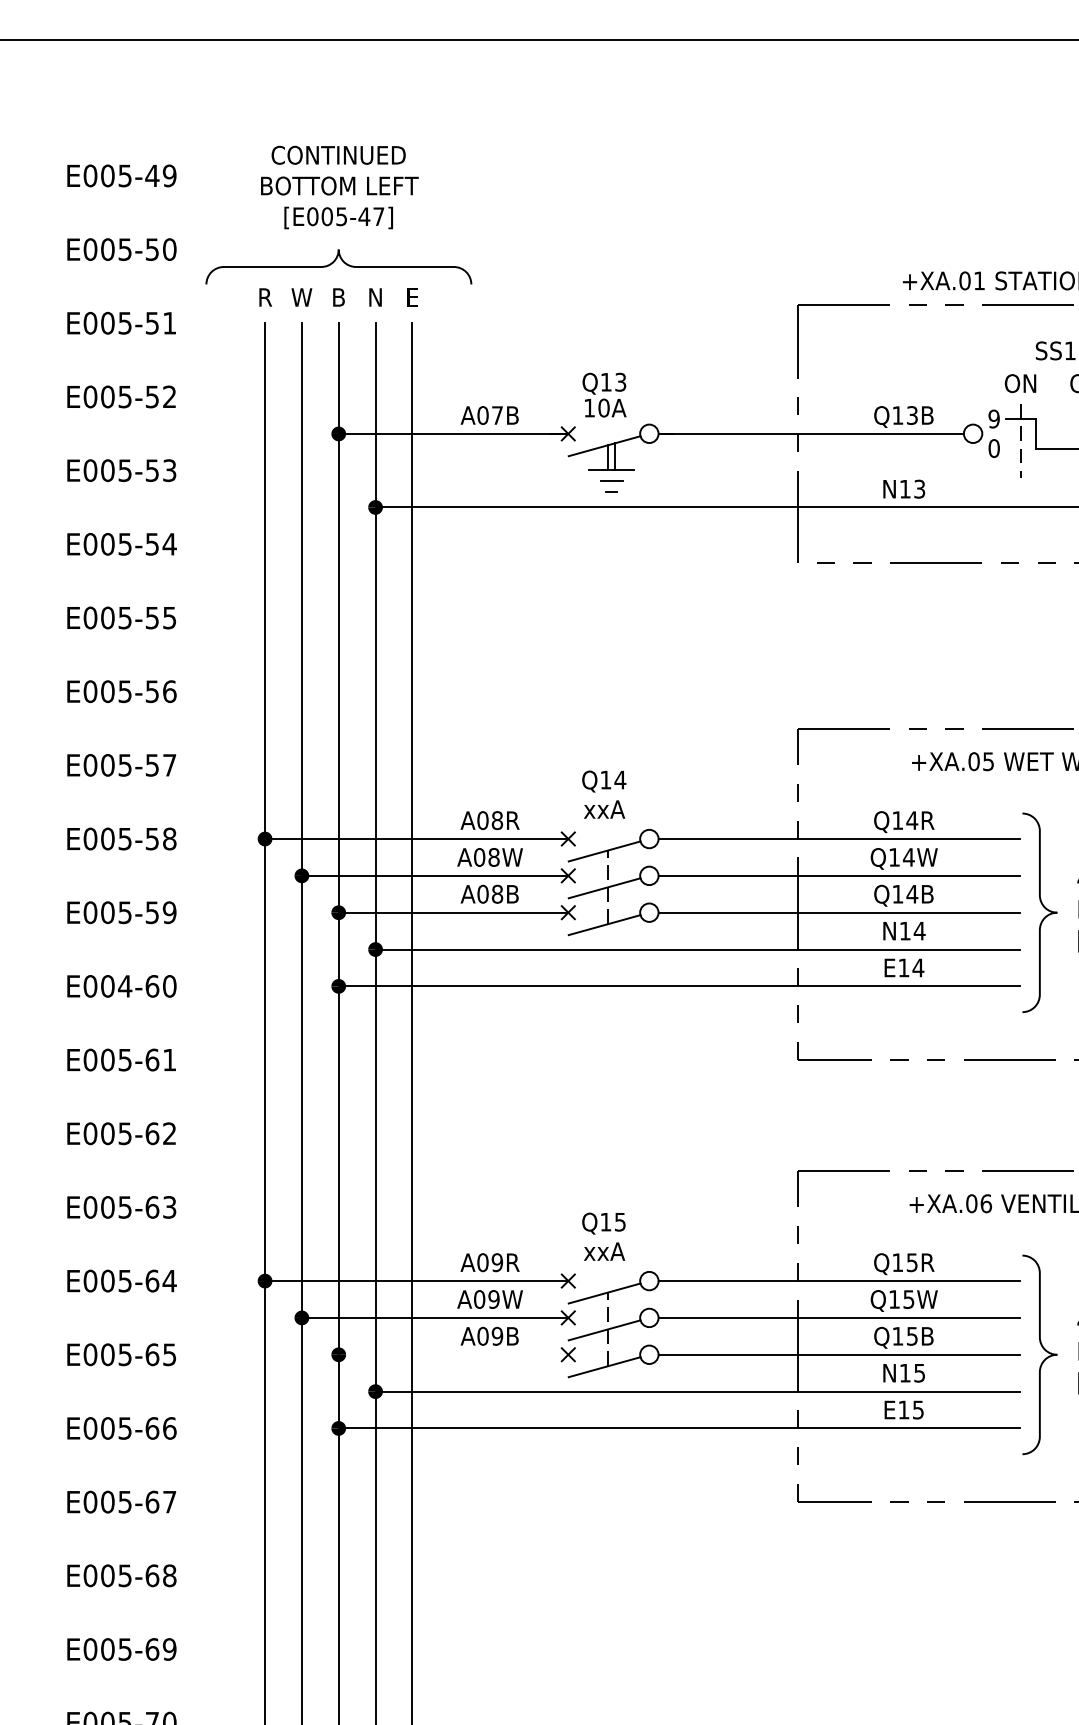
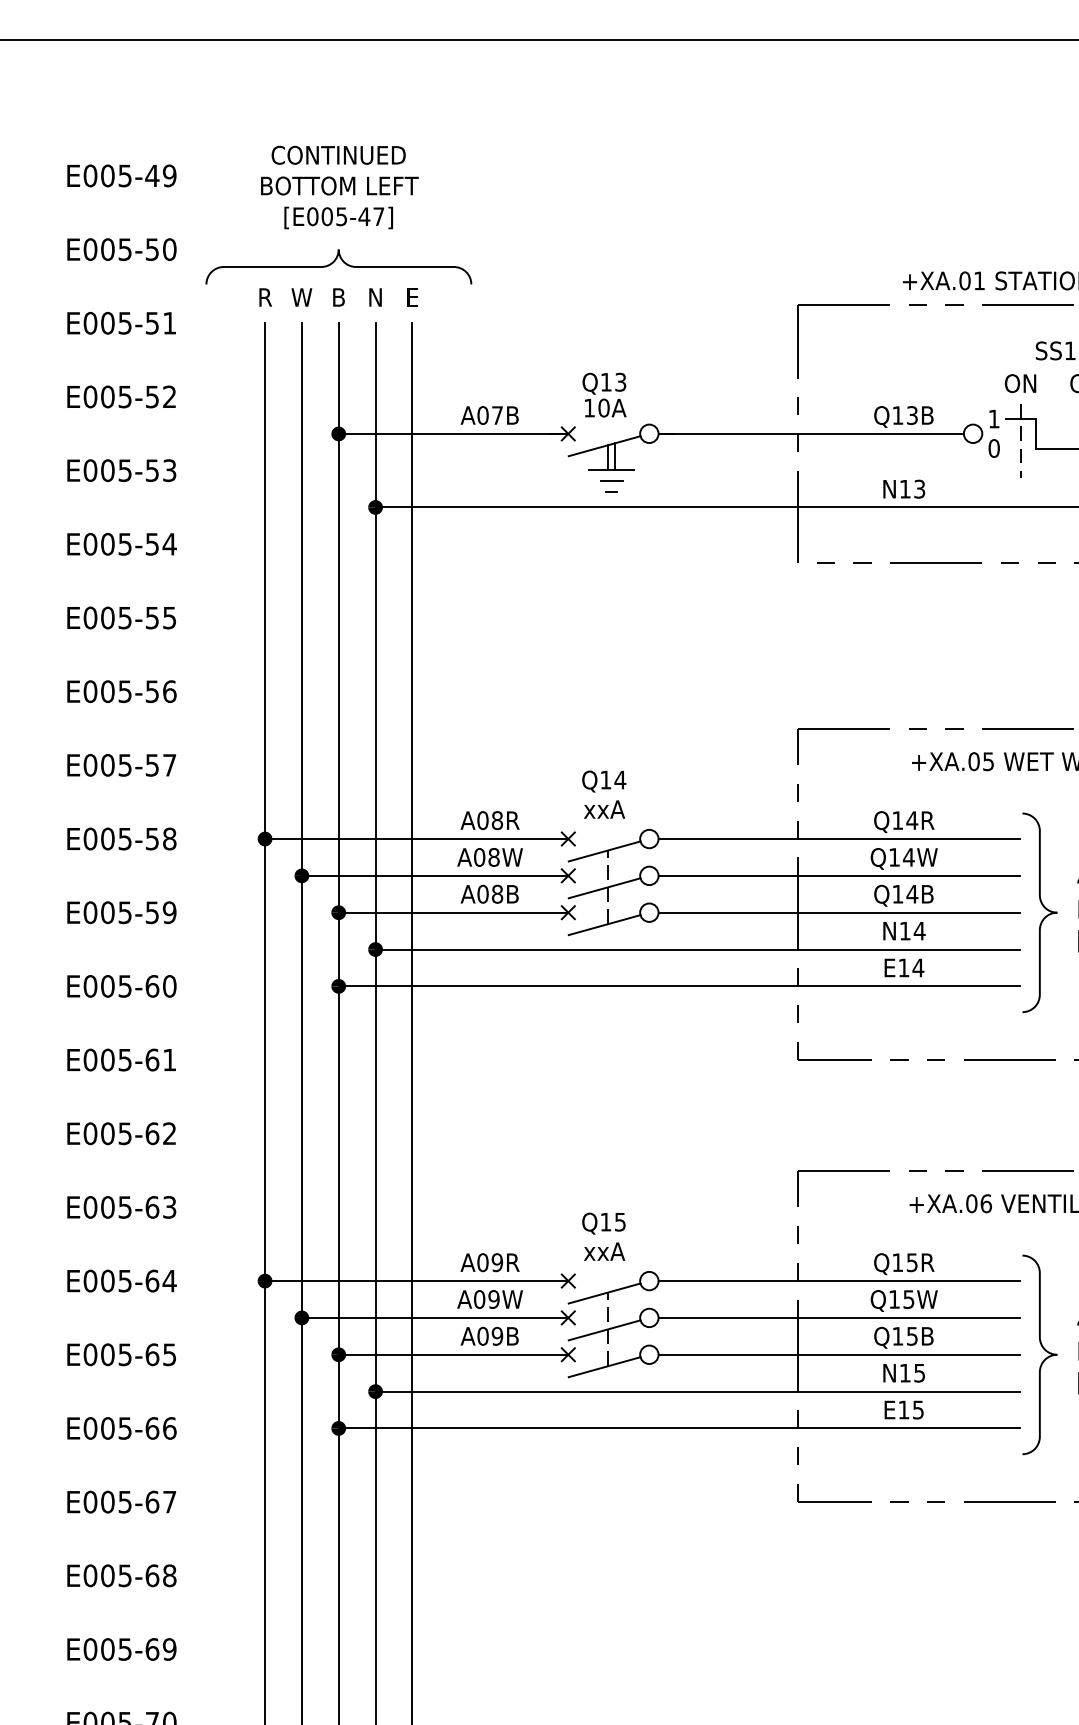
text at (993, 418): 9 -> 1
text at (125, 986): E004-60 -> E005-60
line at (453, 1354): none -> present
